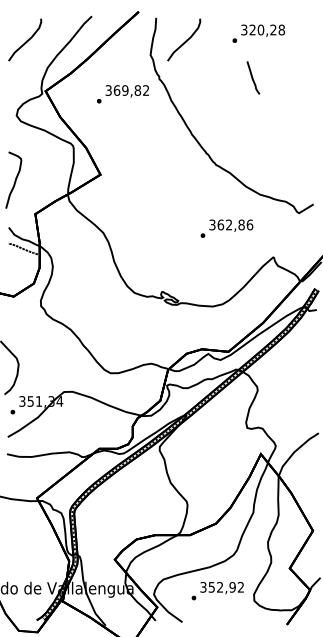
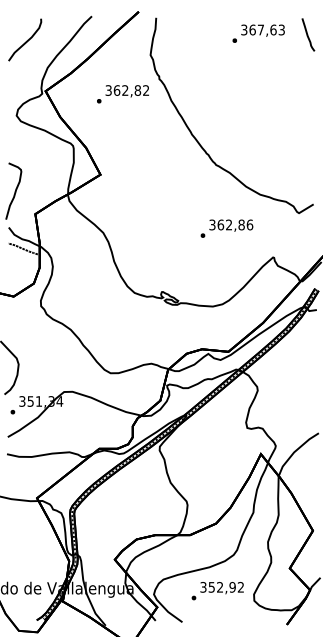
text at (267, 29): 320,28 -> 367,63
curve at (185, 40): present -> none
curve at (253, 77) position: (253, 77) -> (308, 34)
text at (125, 90): 369,82 -> 362,82
curve at (14, 180) position: (14, 180) -> (14, 191)
